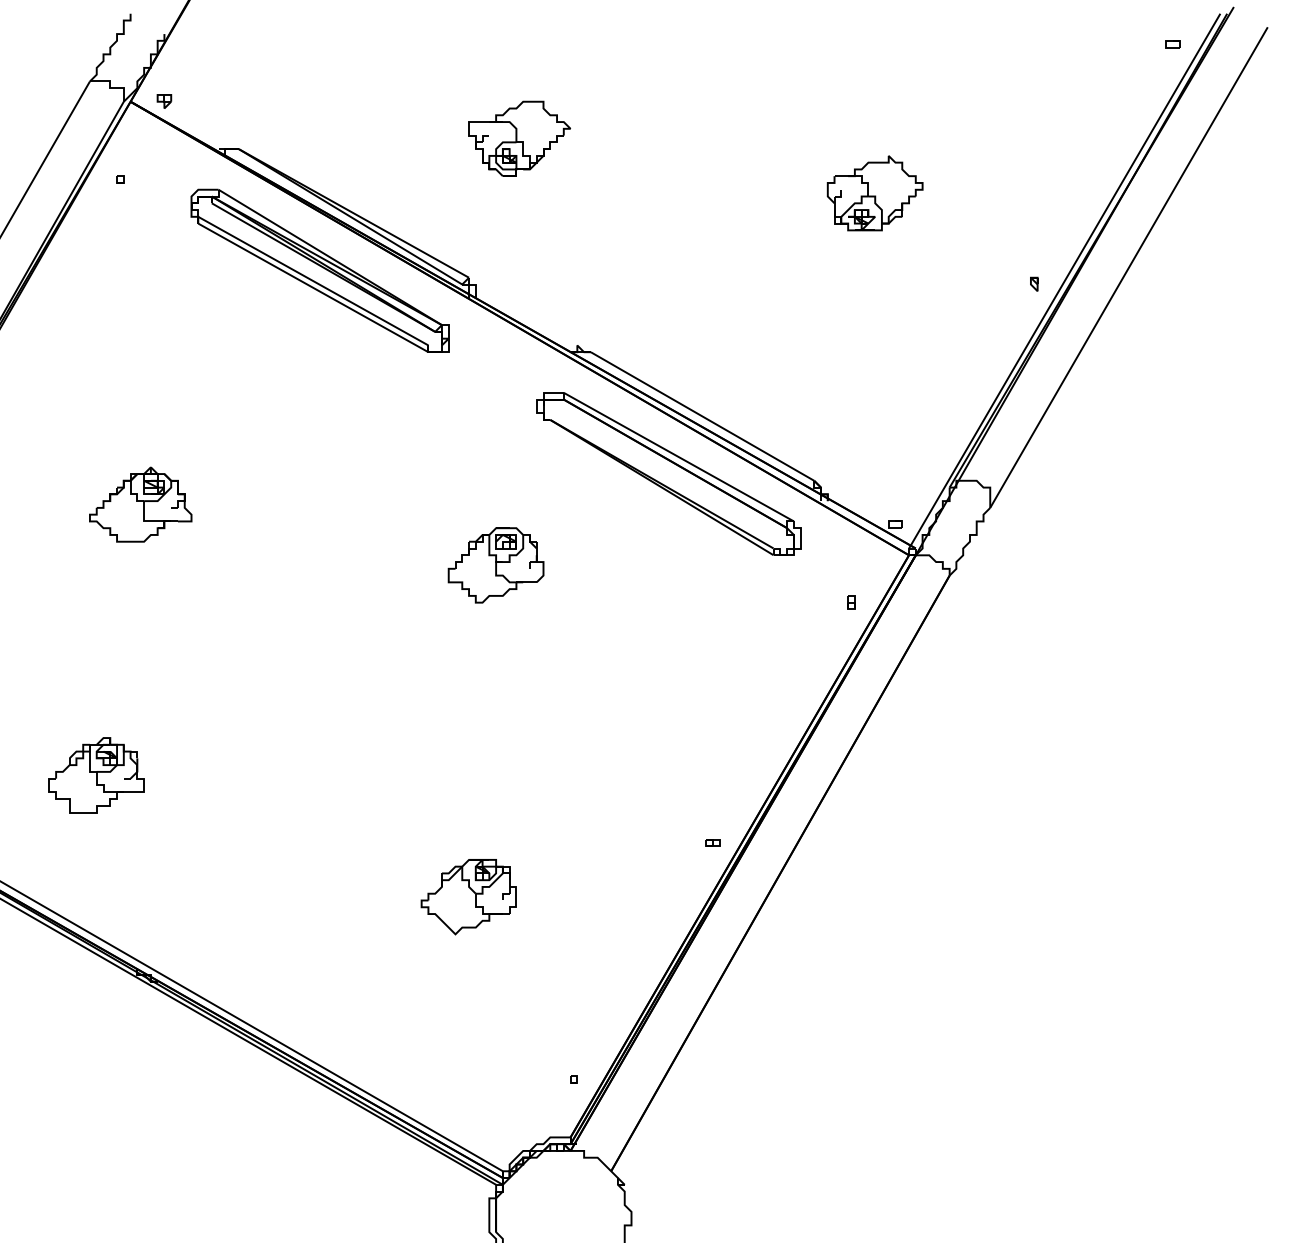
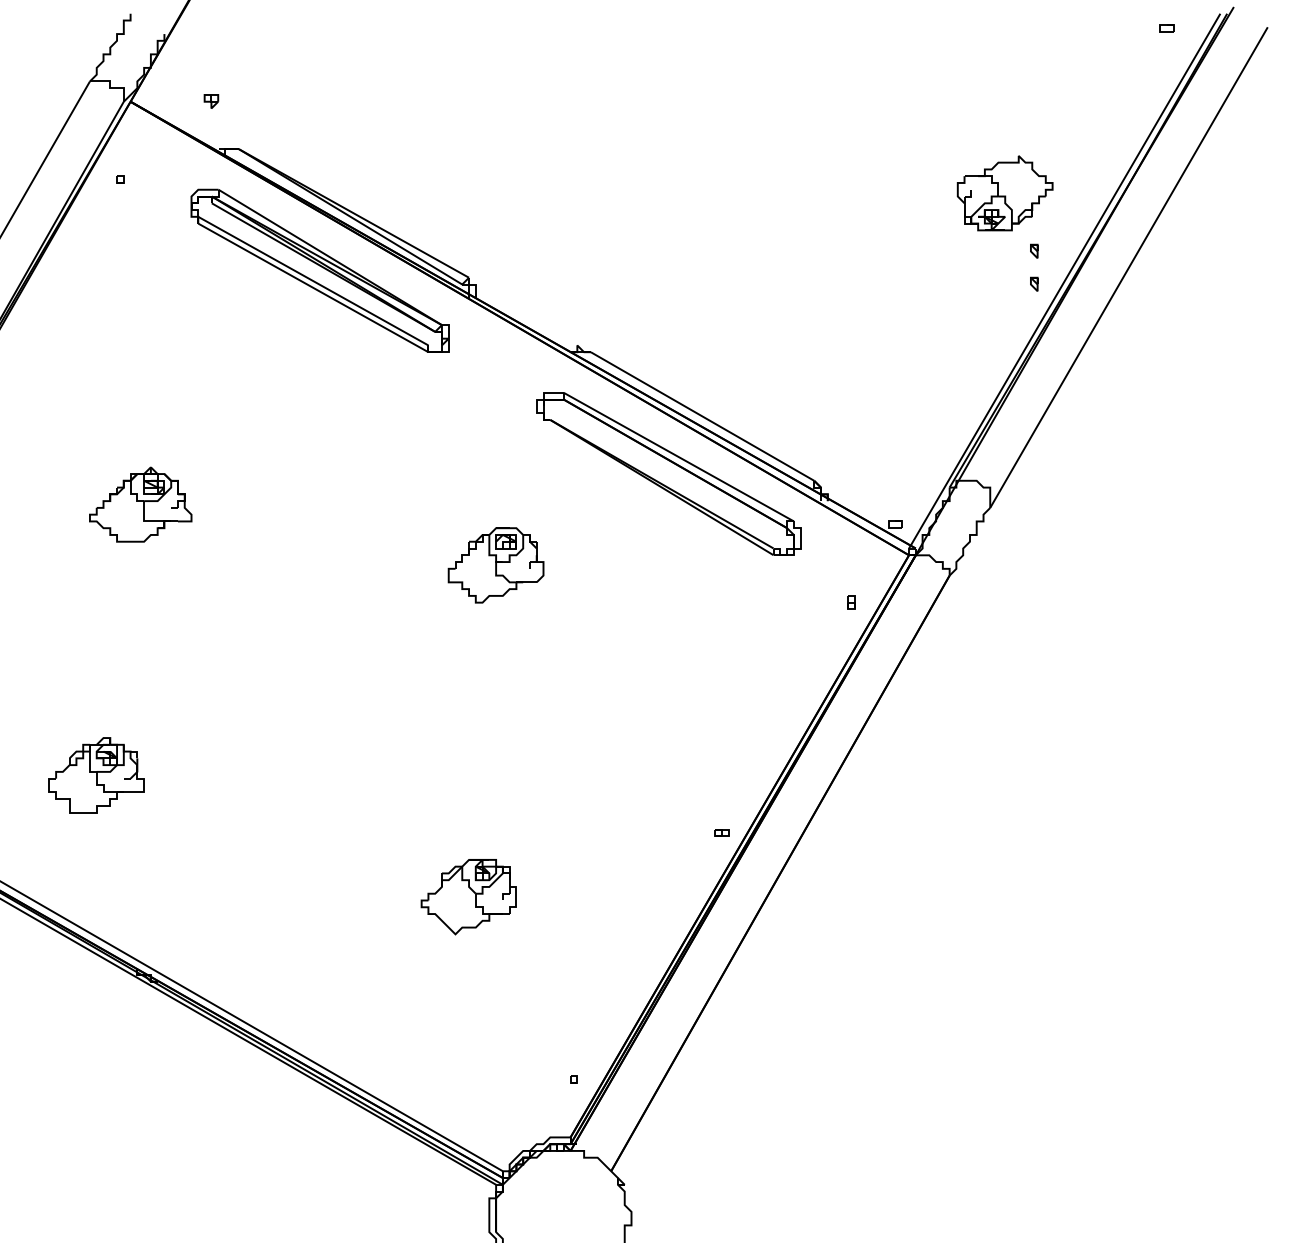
part at (1172, 44) position: (1172, 44) -> (1166, 28)
part at (164, 101) position: (164, 101) -> (211, 101)
part at (519, 138): present -> none
part at (874, 193) position: (874, 193) -> (1004, 193)
part at (1034, 250): none -> present
part at (712, 842) position: (712, 842) -> (721, 832)
